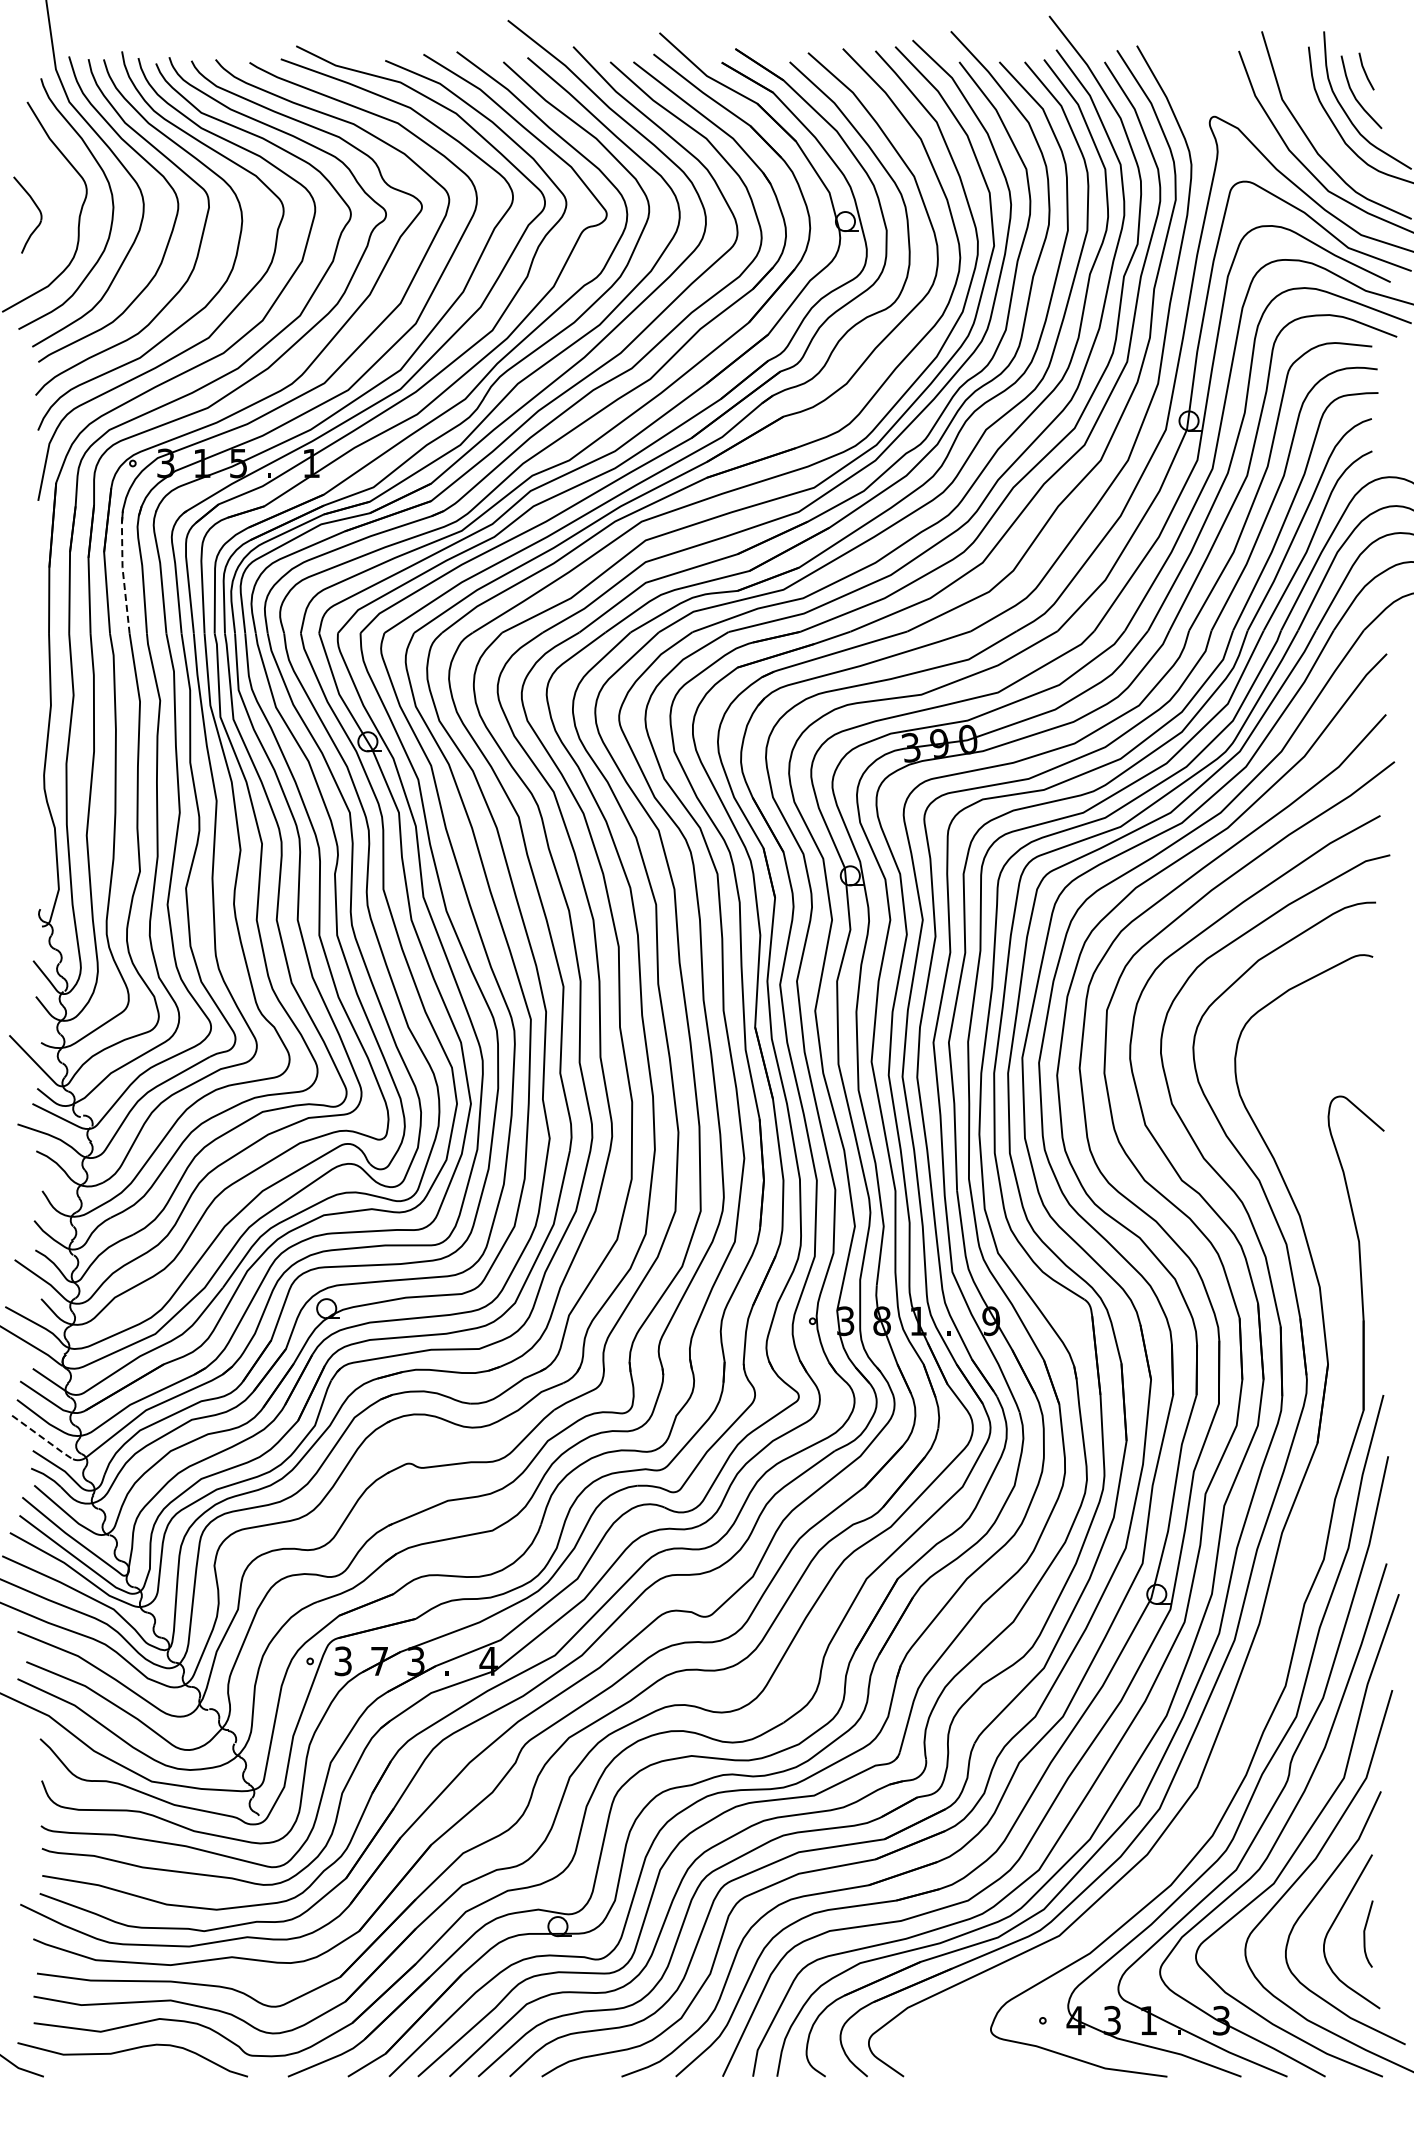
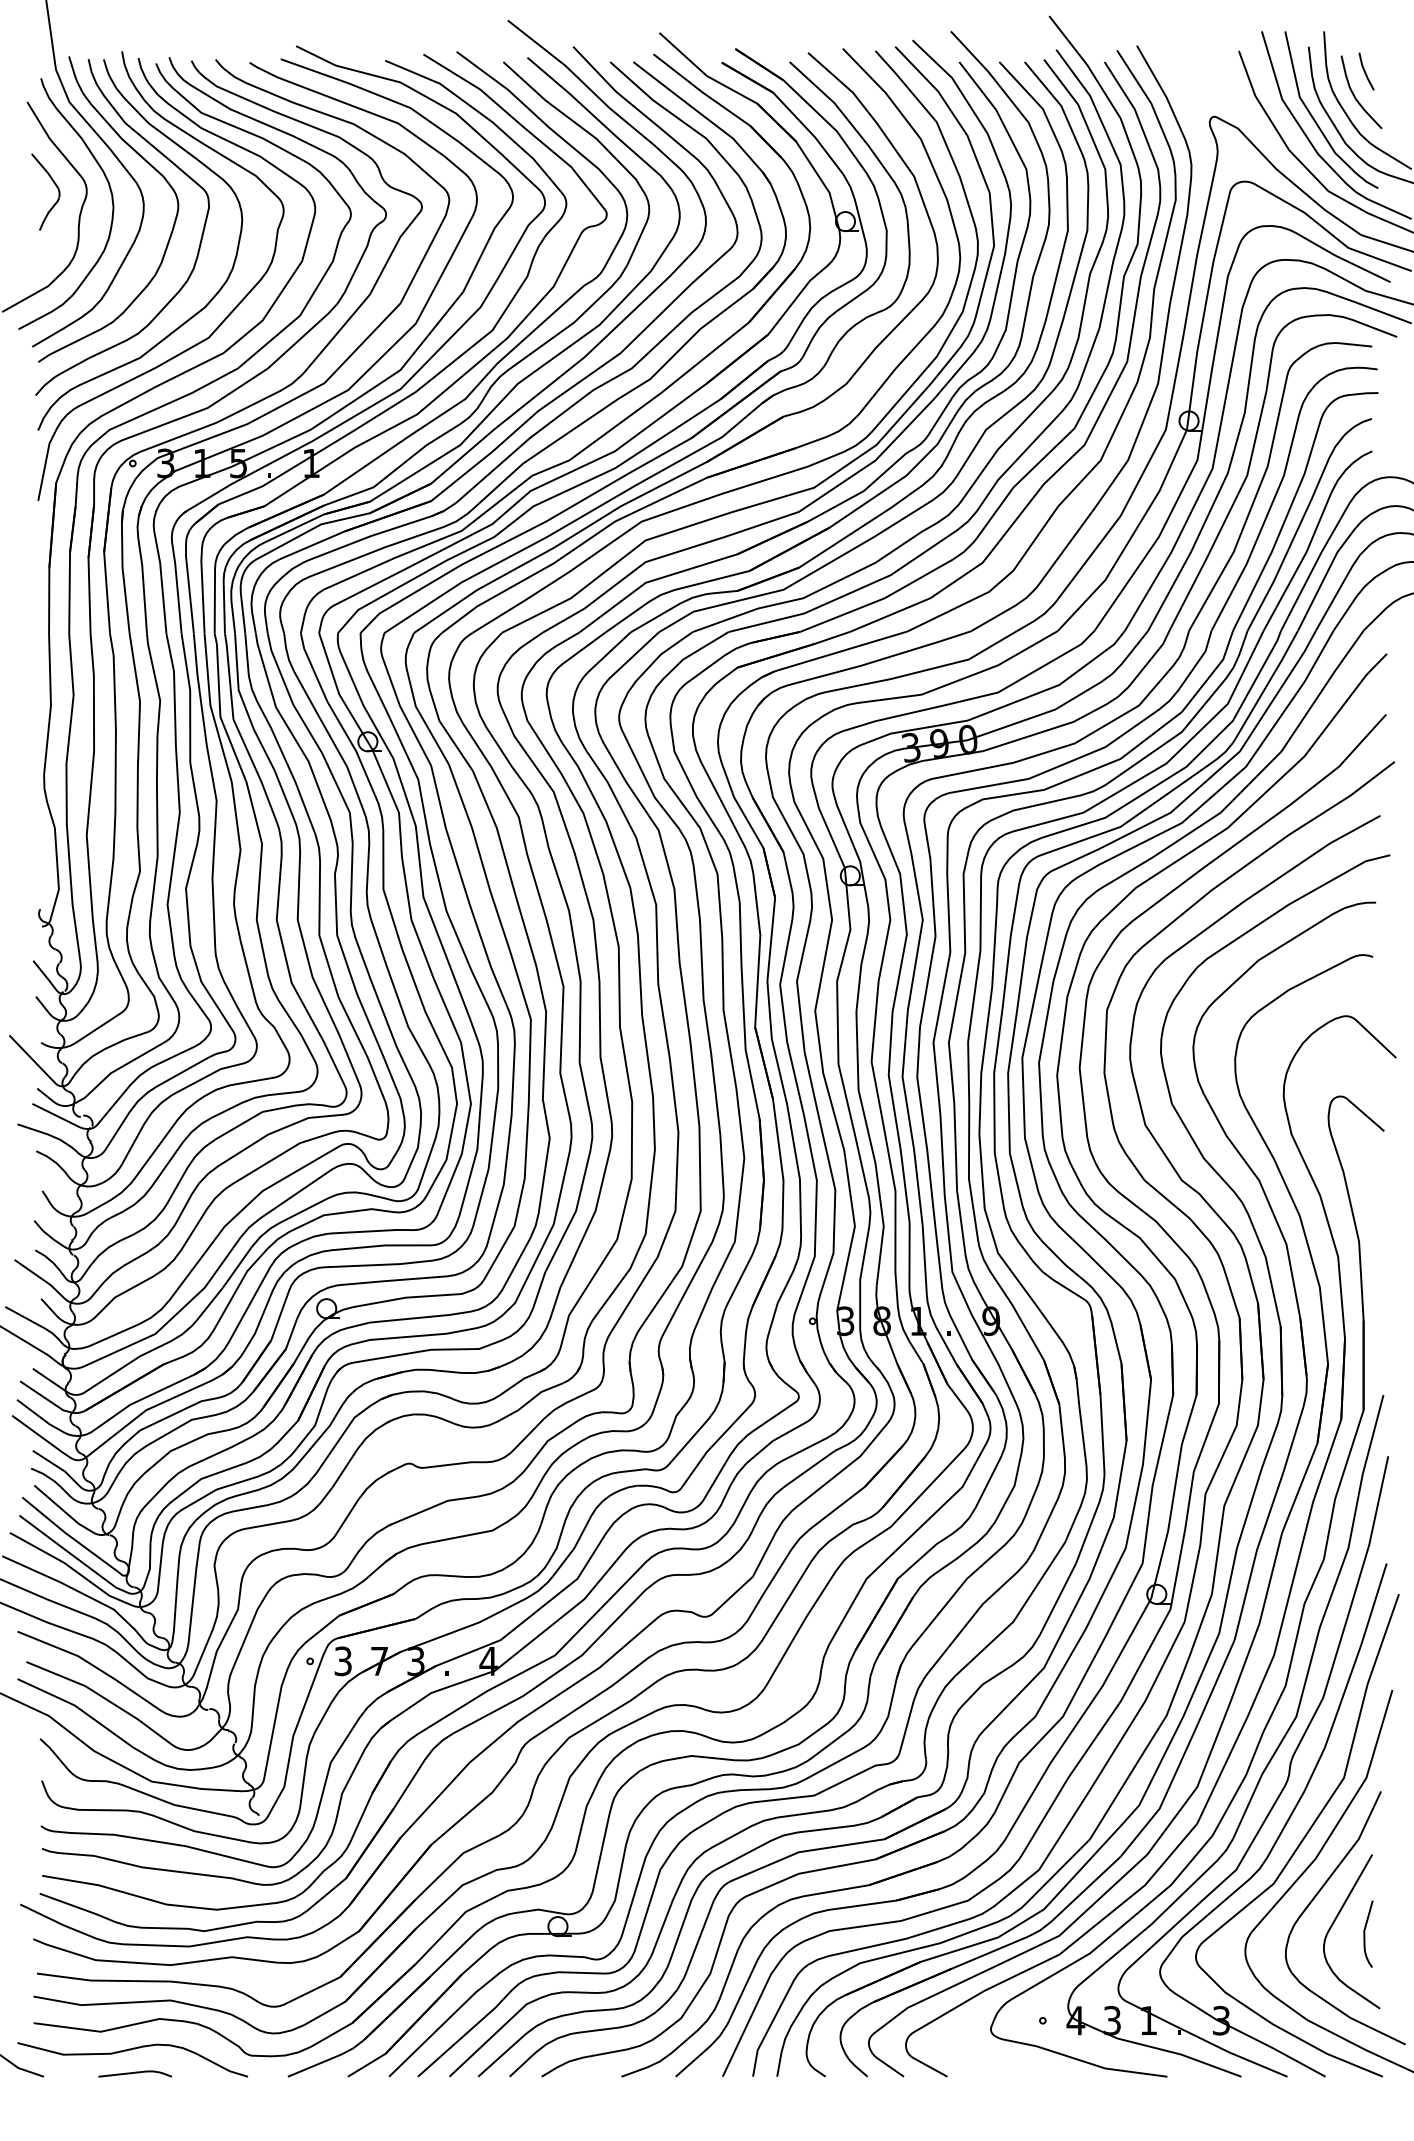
curve at (1316, 121): none -> present
part at (35, 206) position: (35, 206) -> (53, 183)
line at (122, 570): dashed -> solid
line at (44, 1439): dashed -> solid
part at (1289, 1589): none -> present
curve at (135, 2073): none -> present
